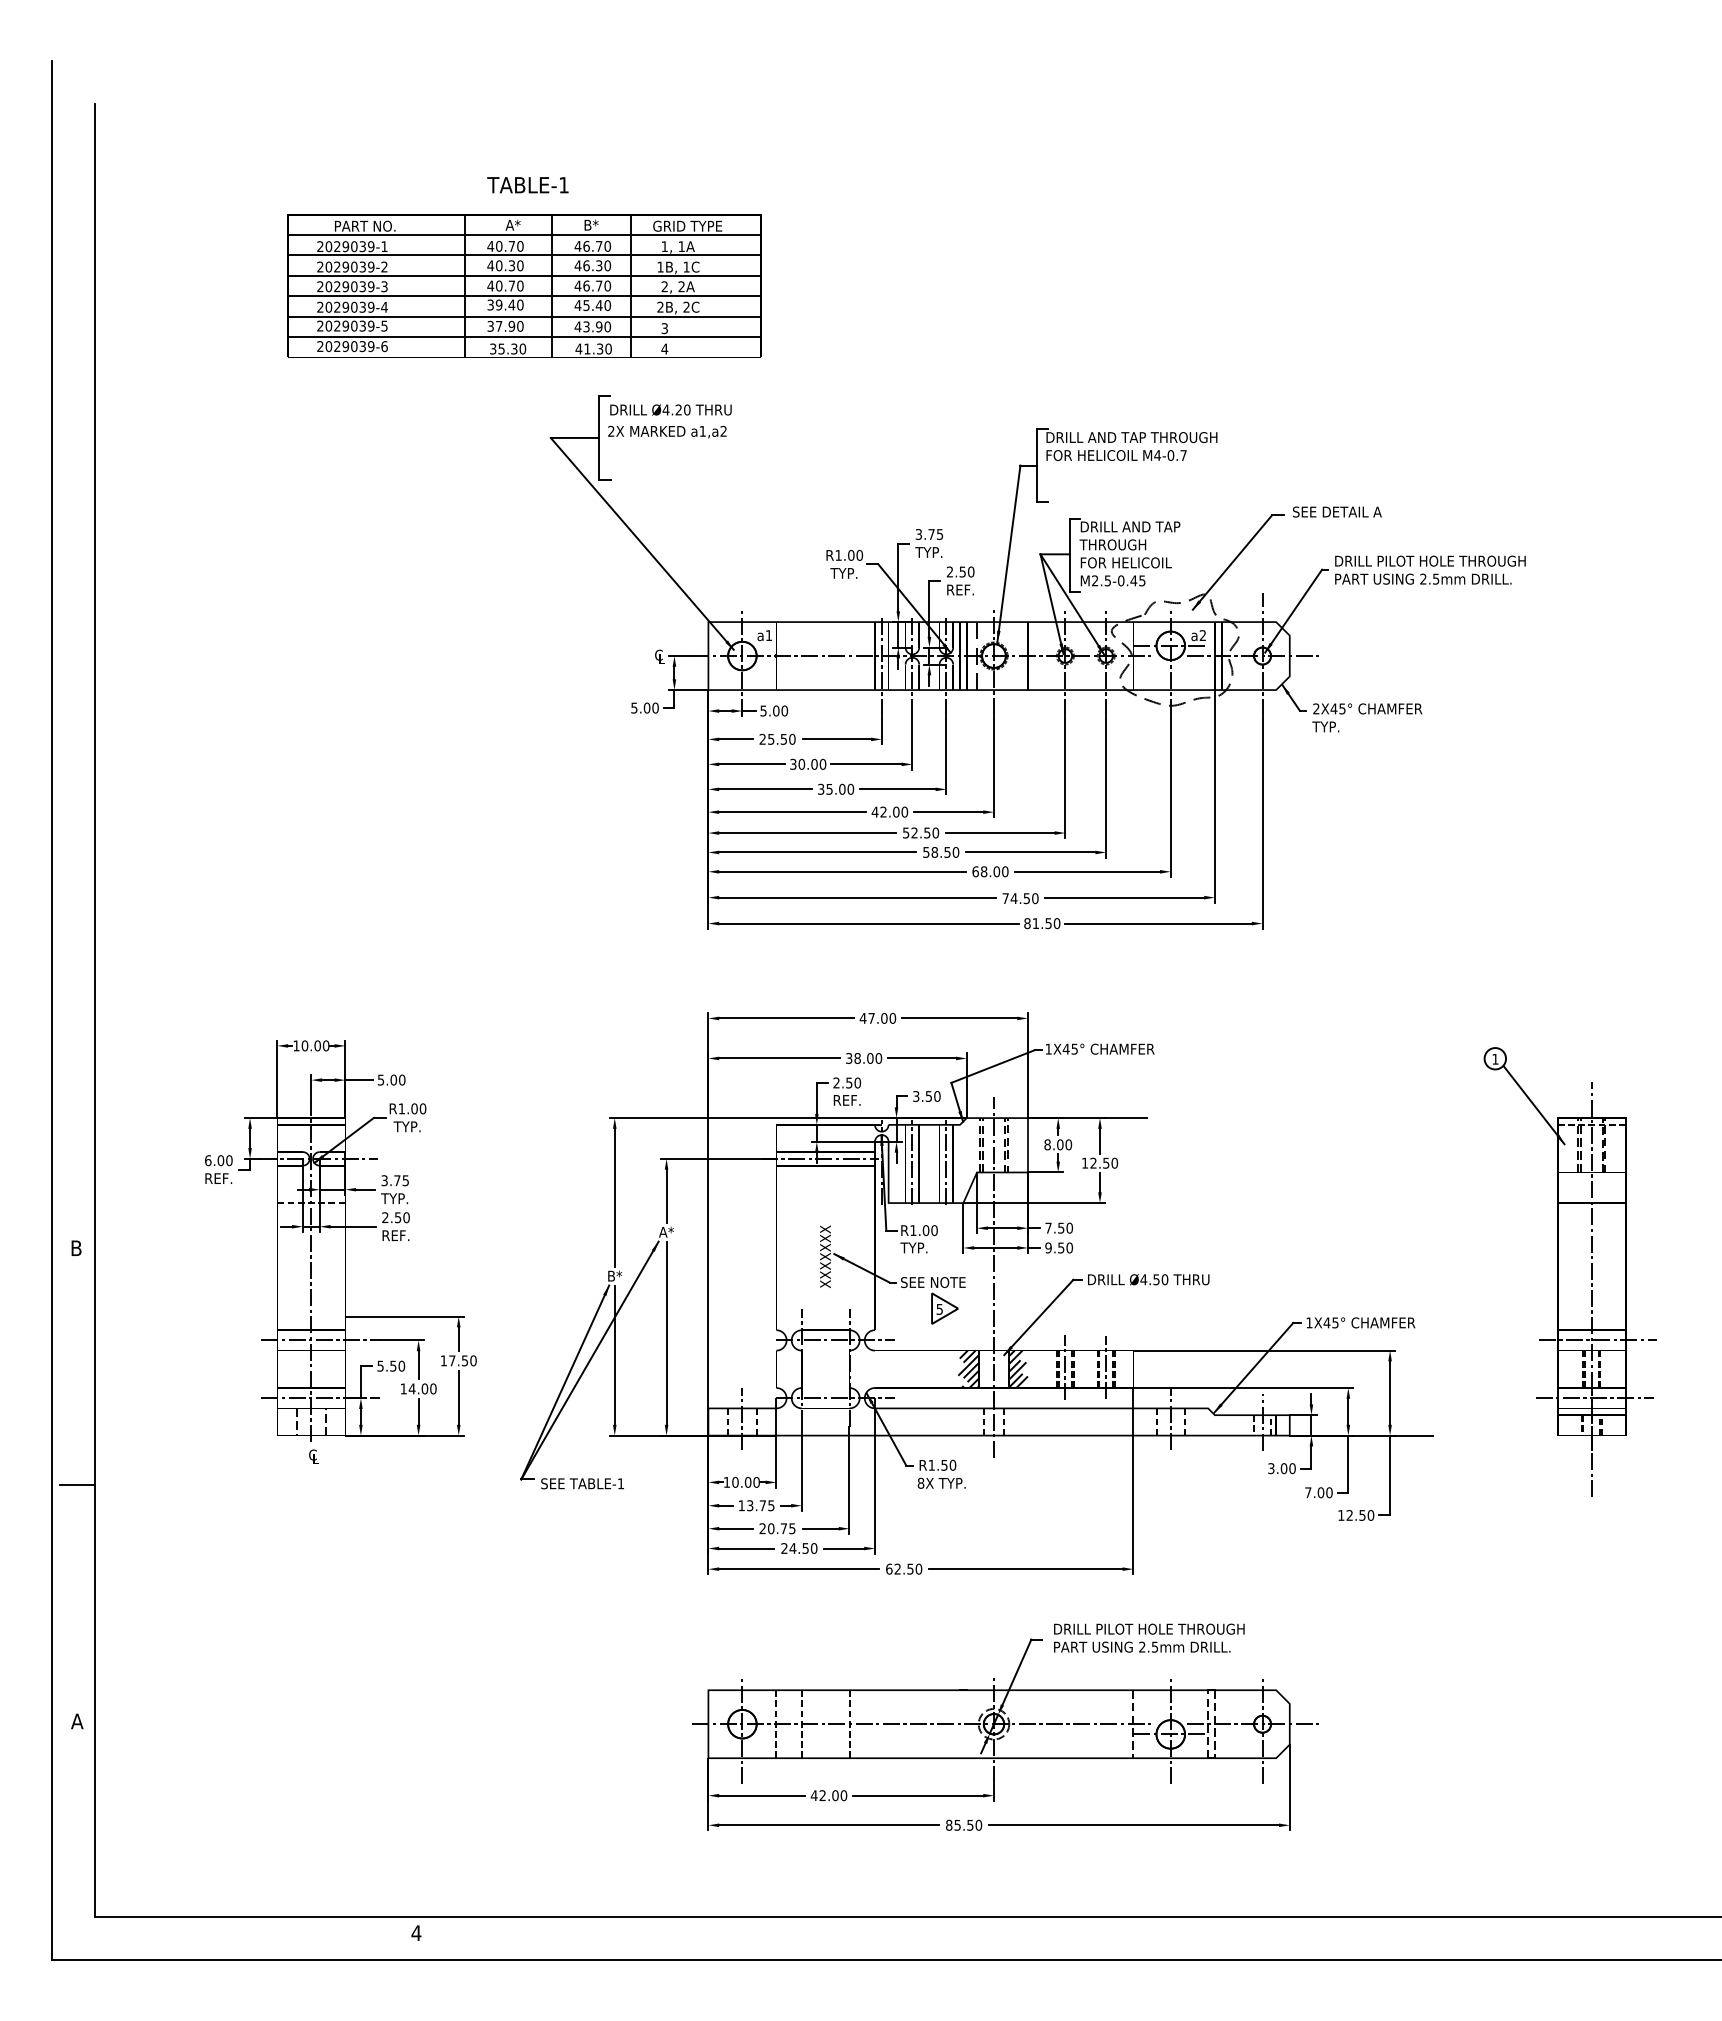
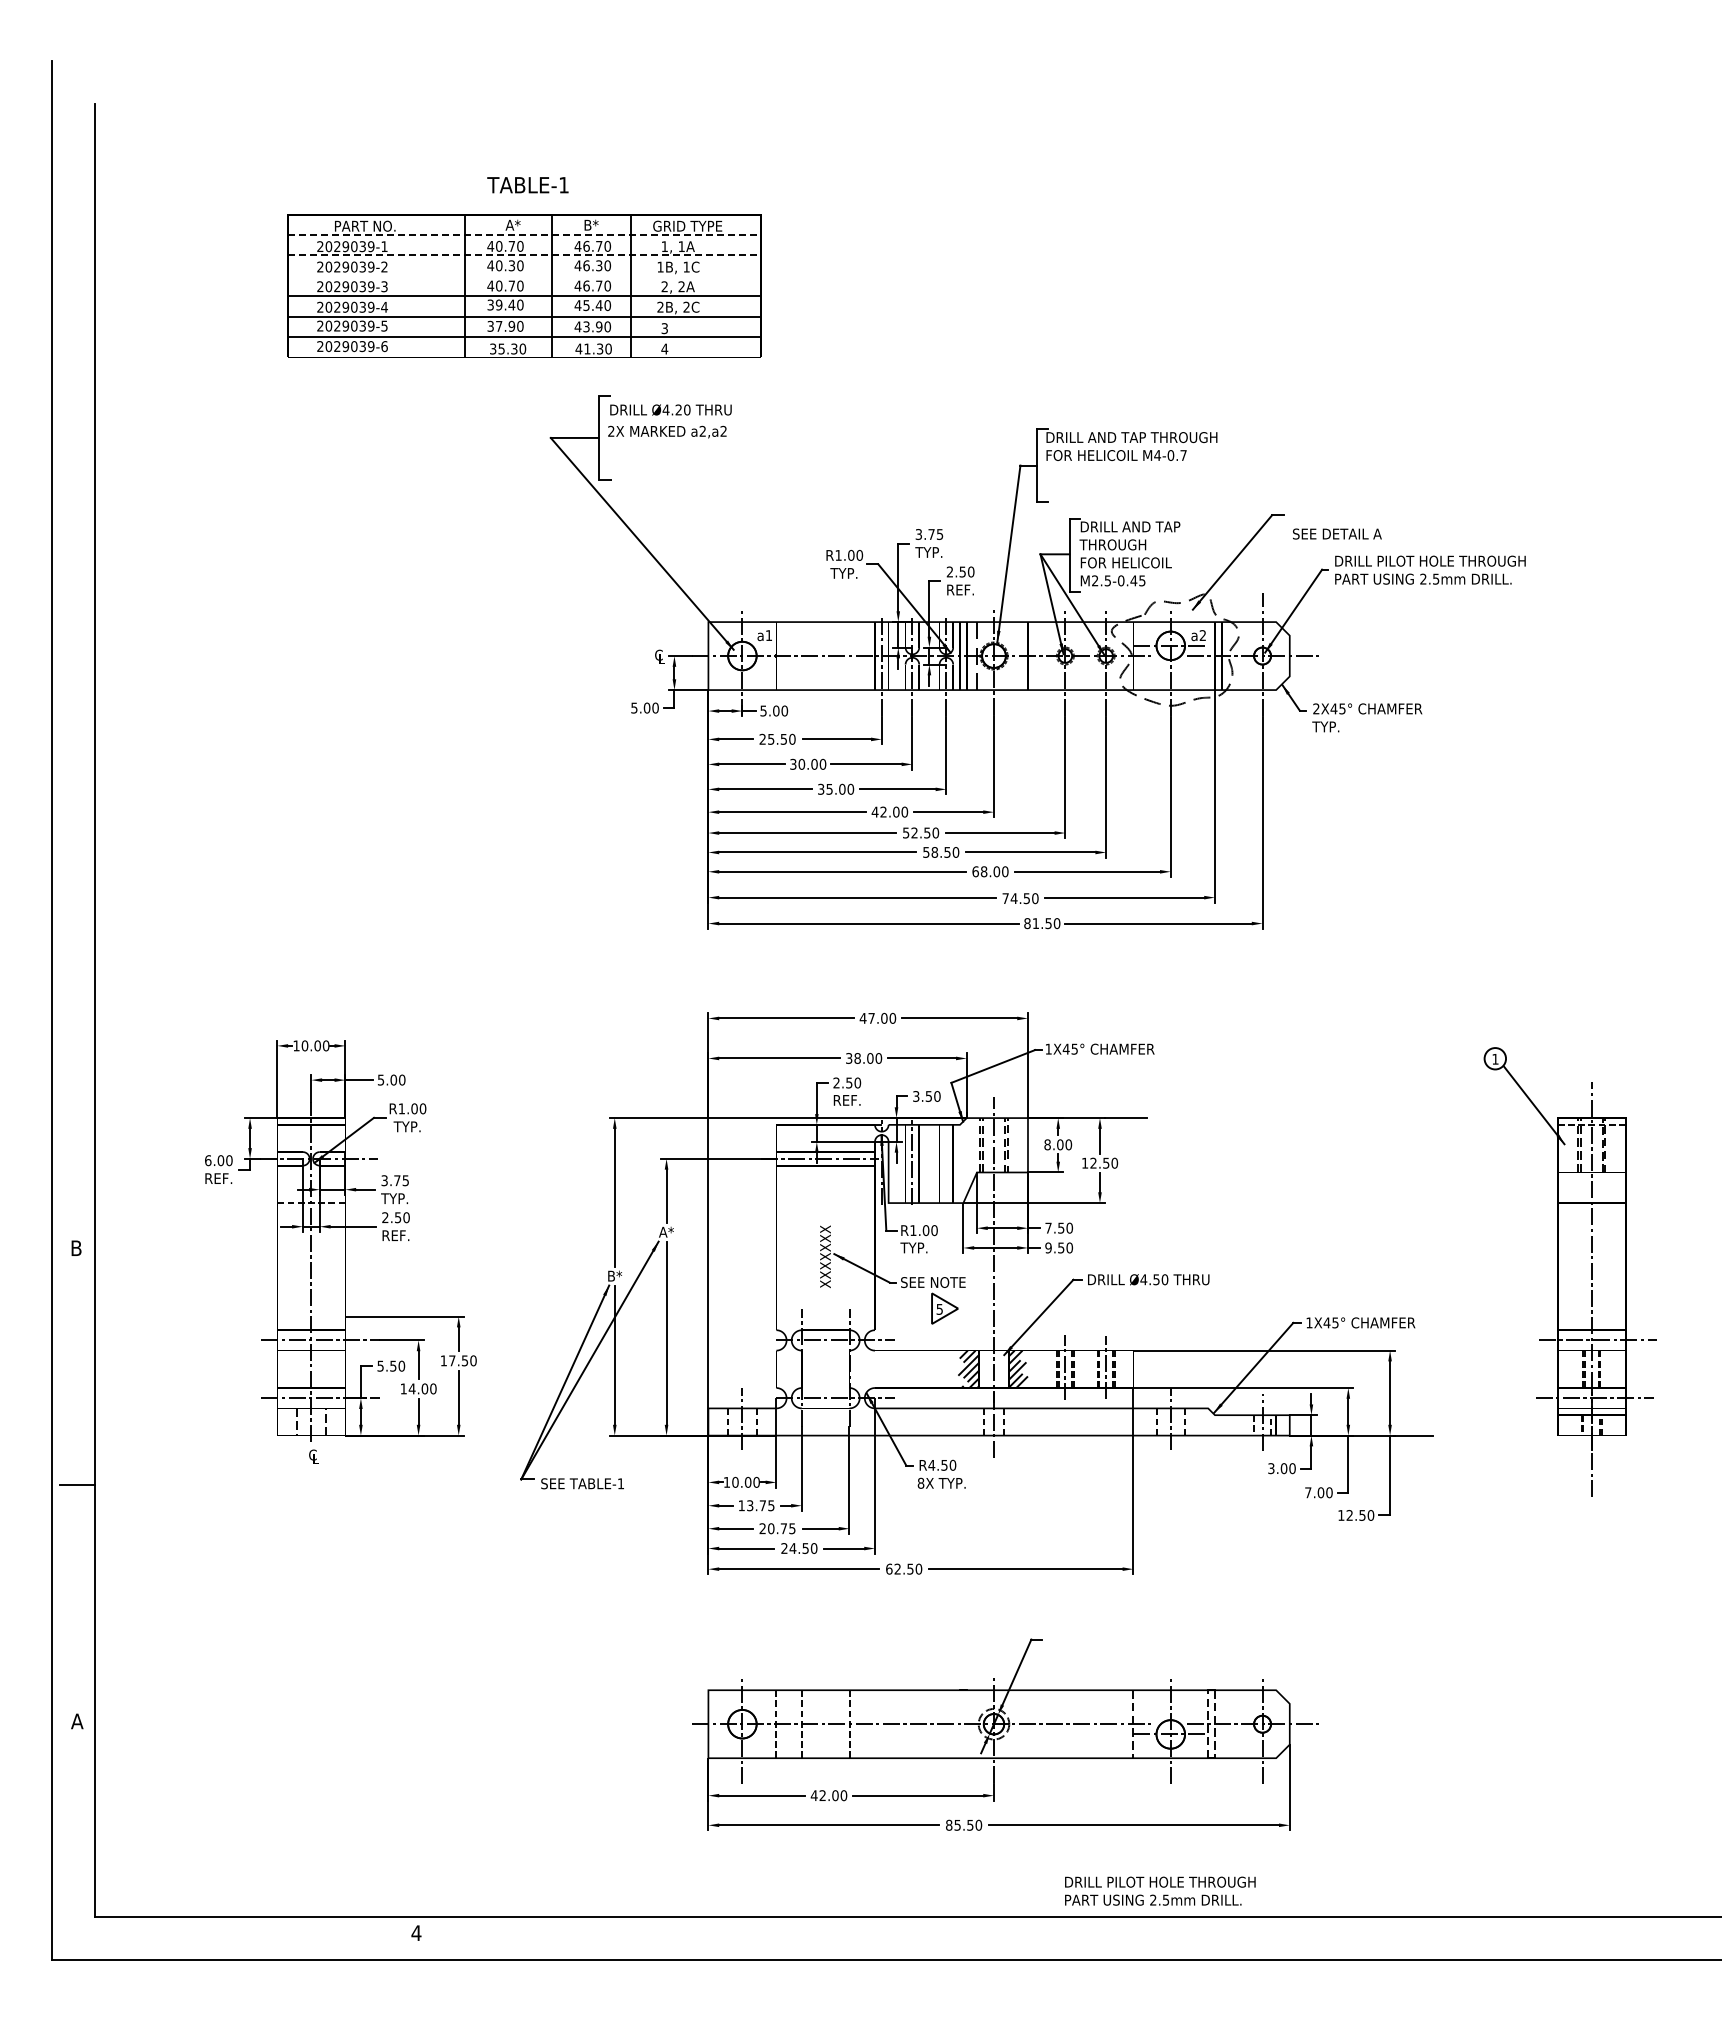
line at (524, 235): solid -> dashed
line at (524, 255): solid -> dashed
line at (524, 275): present -> none
text at (702, 430): a1,a2 -> a2,a2
text at (1337, 511) position: (1337, 511) -> (1337, 533)
line at (946, 1162): present -> none
text at (931, 1465): R1.50 -> R4.50
text at (1149, 1637) position: (1149, 1637) -> (1160, 1890)
